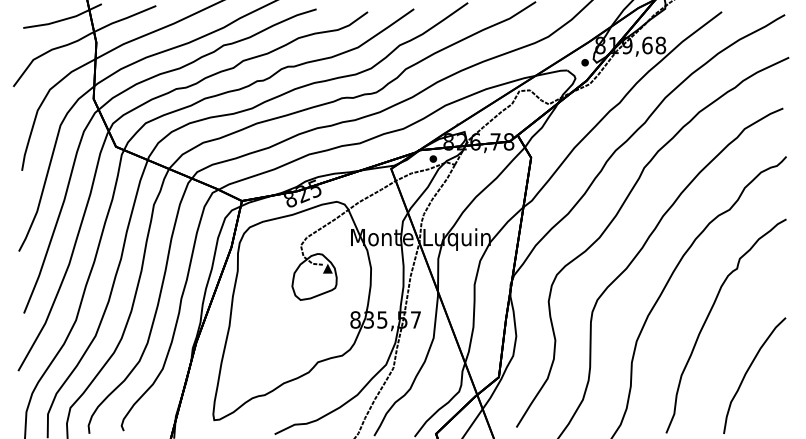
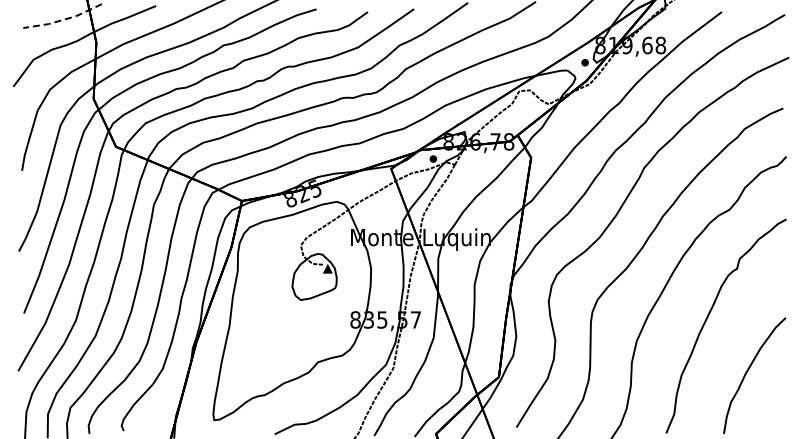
line at (63, 19): solid -> dashed
